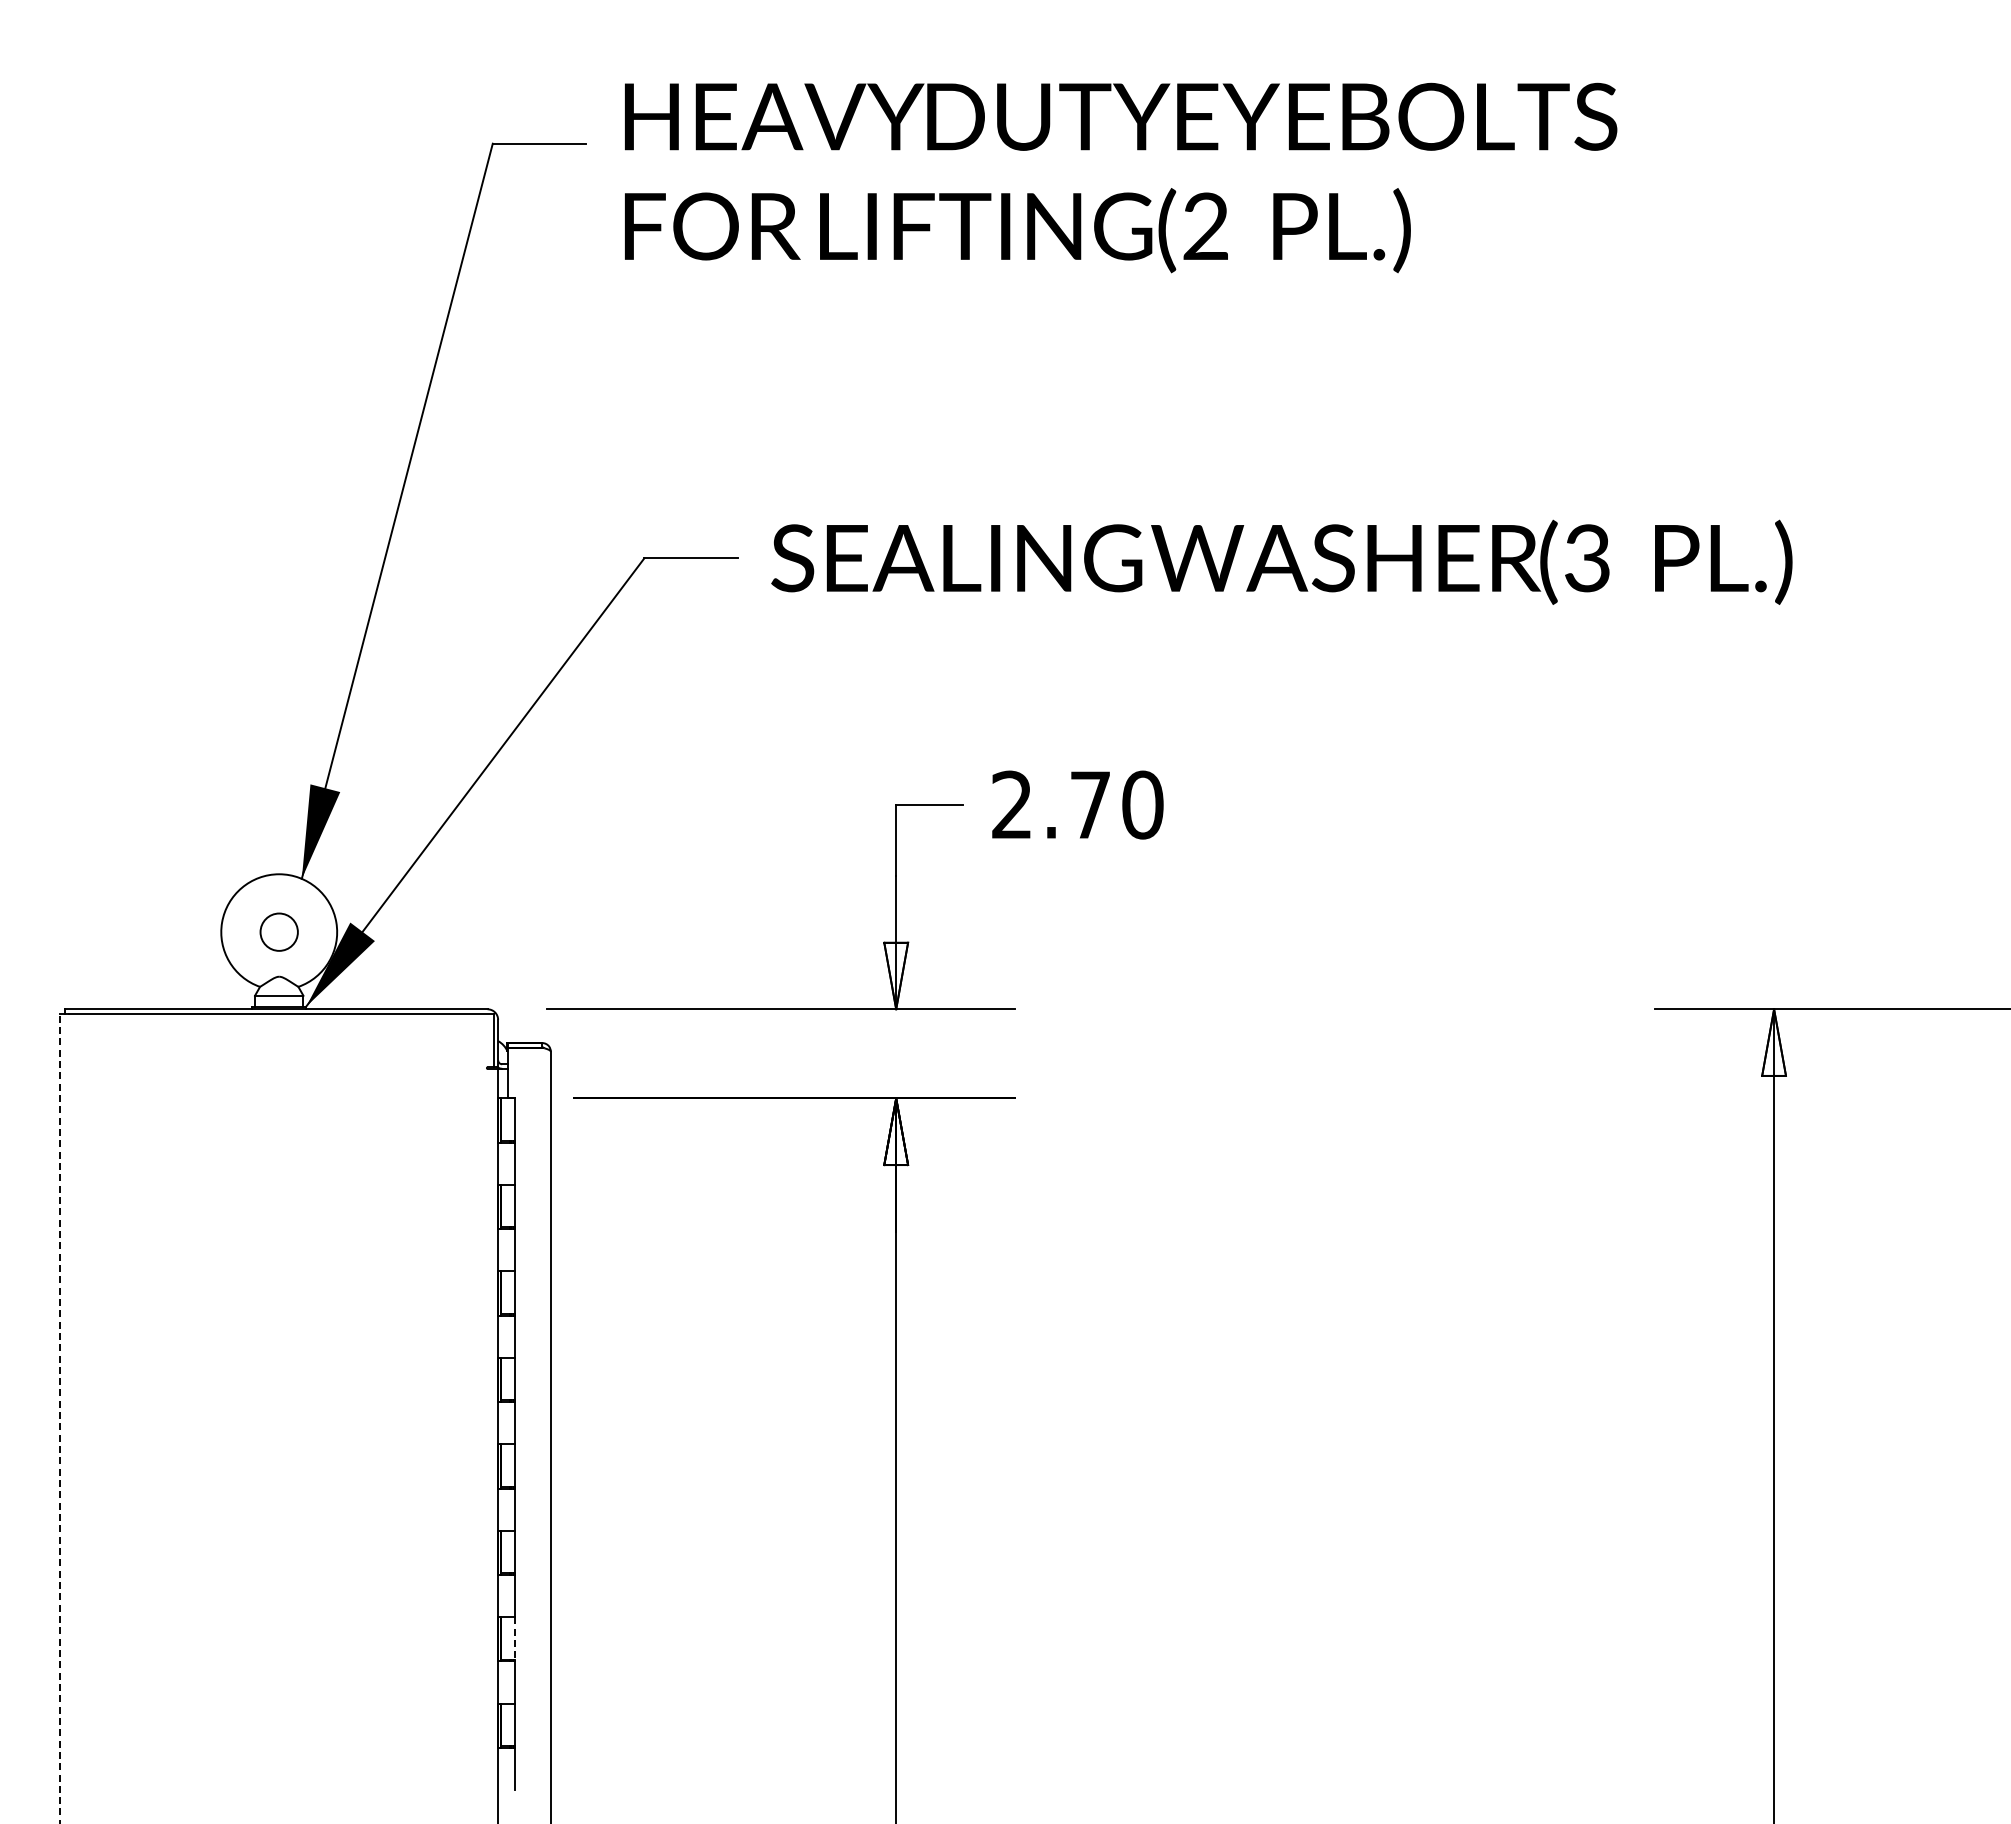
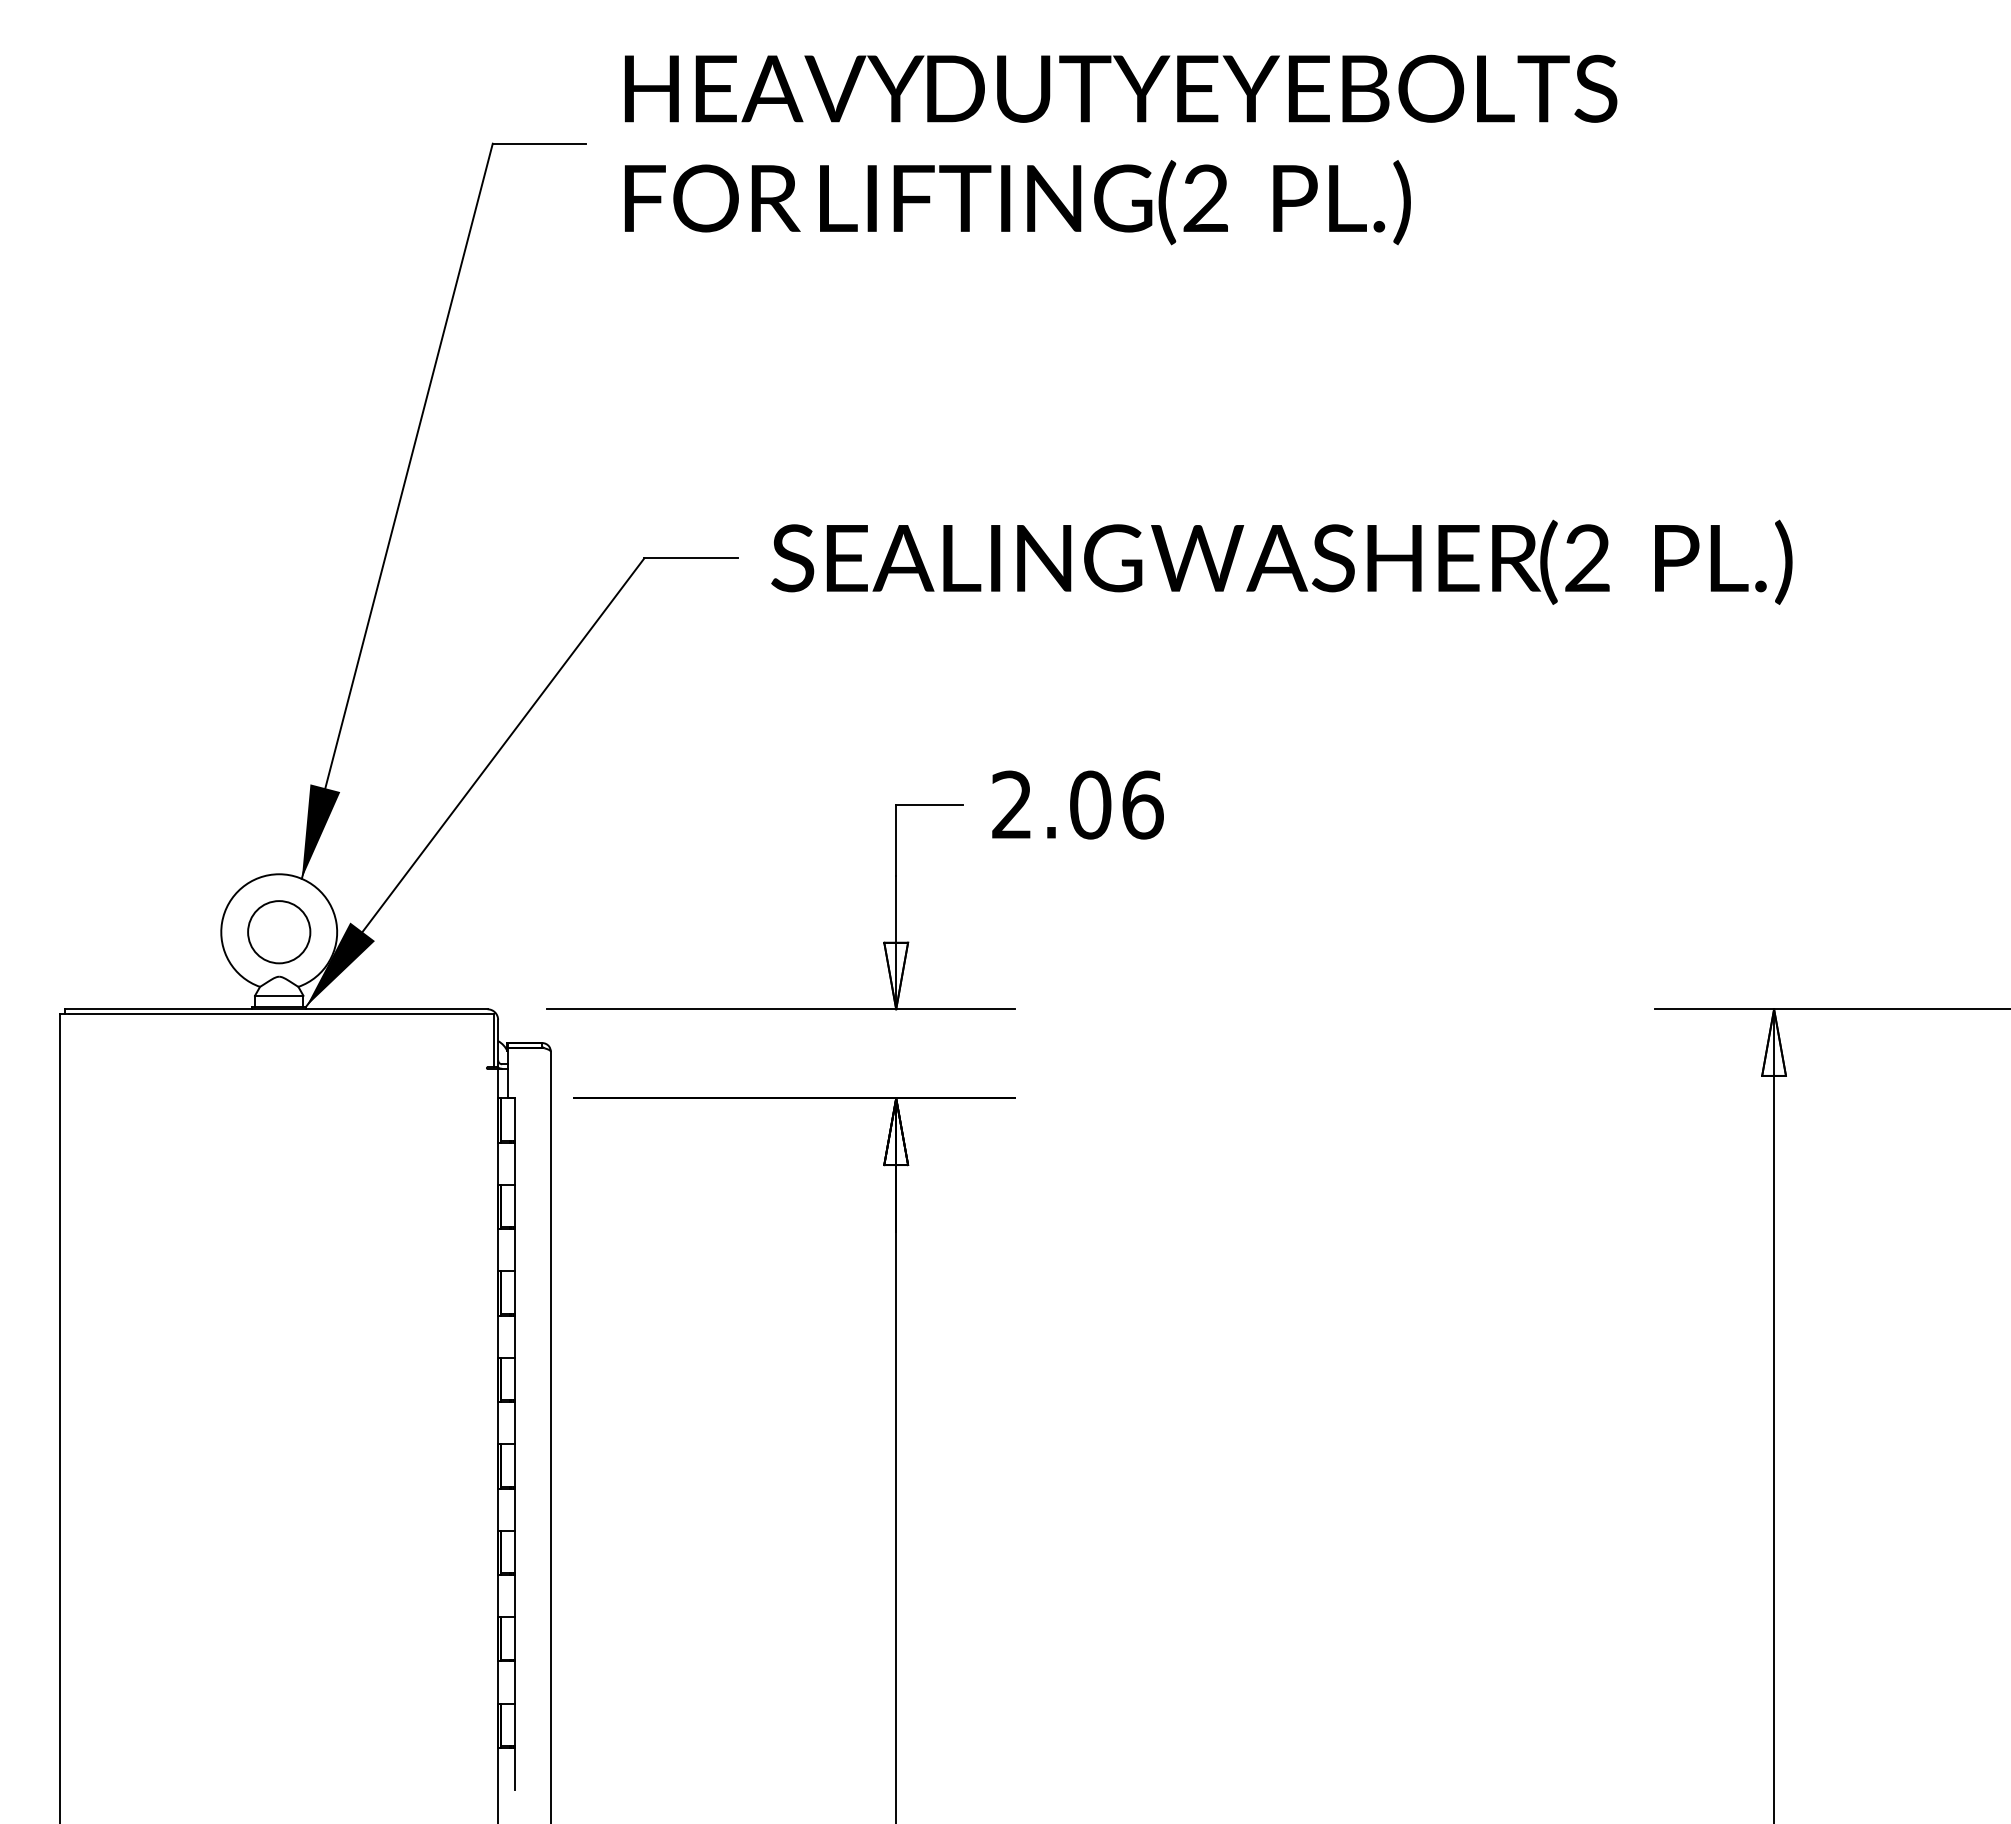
text at (1121, 177) position: (1121, 177) -> (1121, 149)
text at (1587, 558): (3 -> (2
text at (1116, 804): 2.70 -> 2.06
circle at (278, 931) diameter: 37 px -> 62 px
line at (60, 1418): dashed -> solid
line at (514, 1639): dashed -> solid
